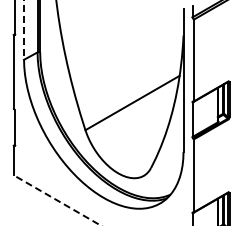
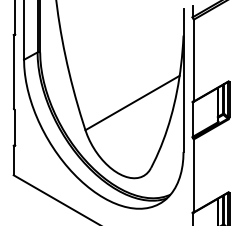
line at (24, 30): dashed -> solid
line at (56, 200): dashed -> solid
